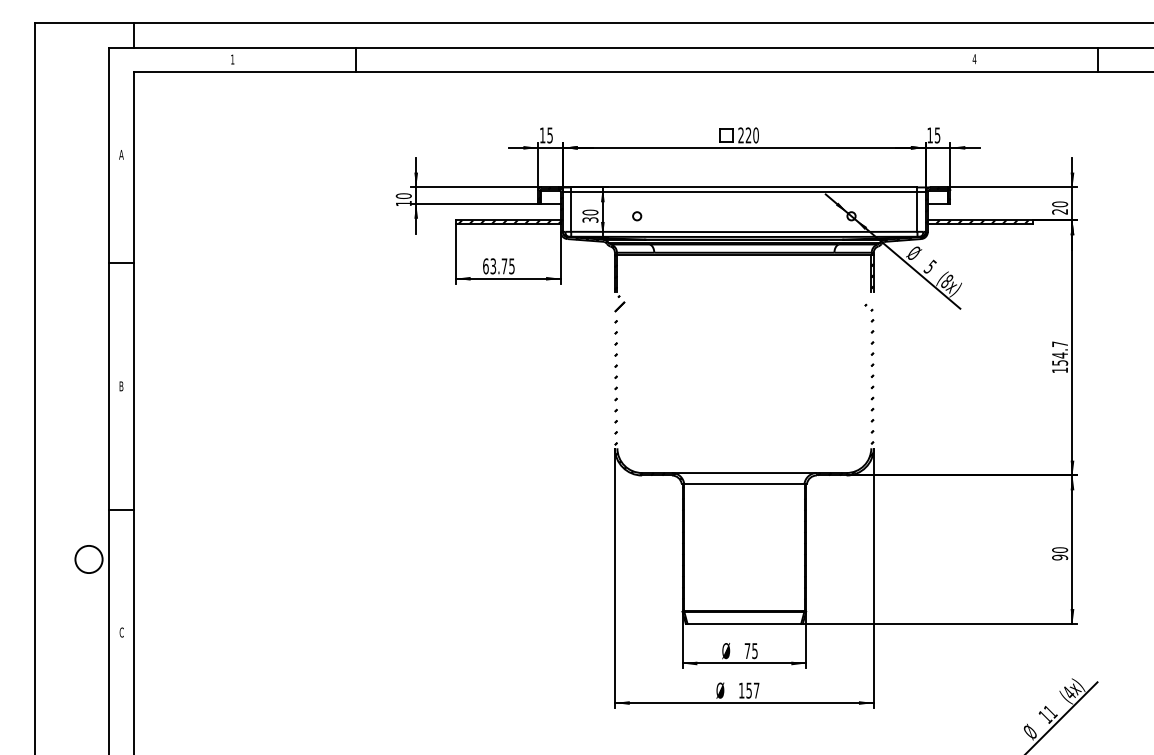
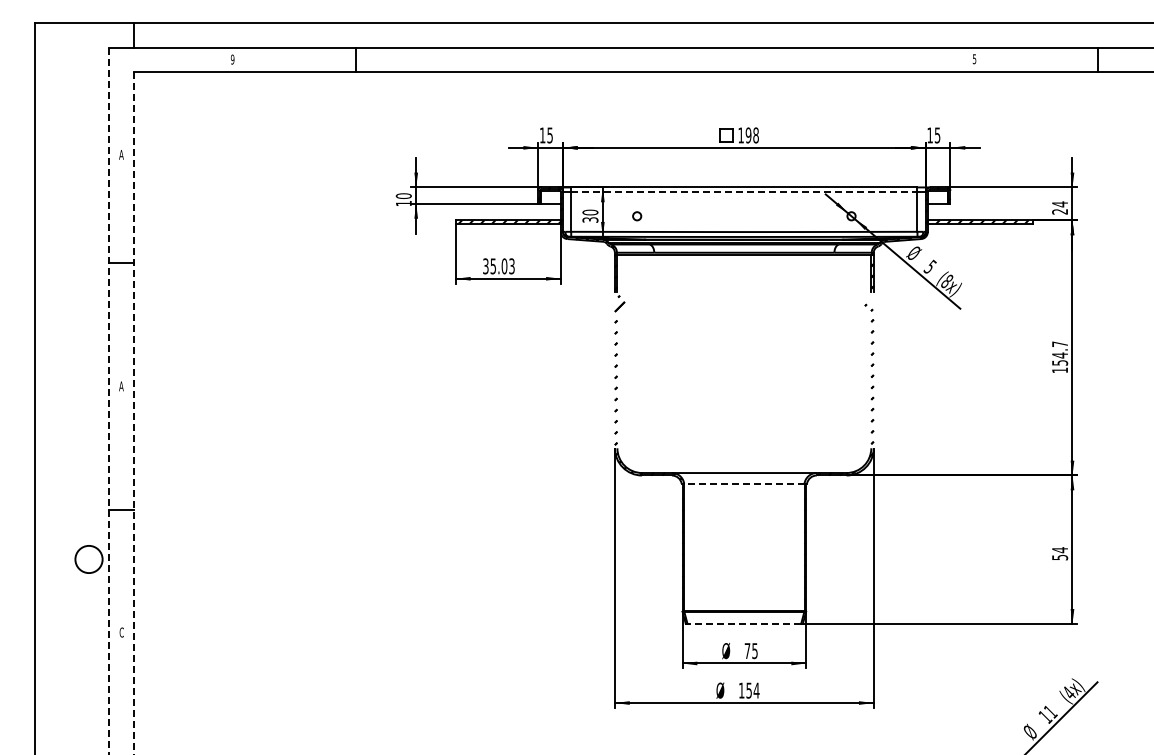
text at (232, 59): 1 -> 9
text at (974, 59): 4 -> 5
text at (748, 135): 220 -> 198
line at (744, 192): solid -> dashed
text at (1060, 204): 20 -> 24
text at (498, 266): 63.75 -> 35.03
text at (121, 386): B -> A
line at (108, 401): solid -> dashed
line at (133, 414): solid -> dashed
line at (743, 483): solid -> dashed
text at (1060, 553): 90 -> 54
line at (744, 623): solid -> dashed
text at (756, 690): 157 -> 154
